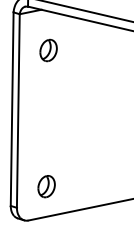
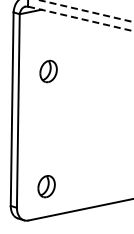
line at (86, 11): solid -> dashed
line at (80, 18): solid -> dashed
part at (48, 50) position: (48, 50) -> (48, 71)
